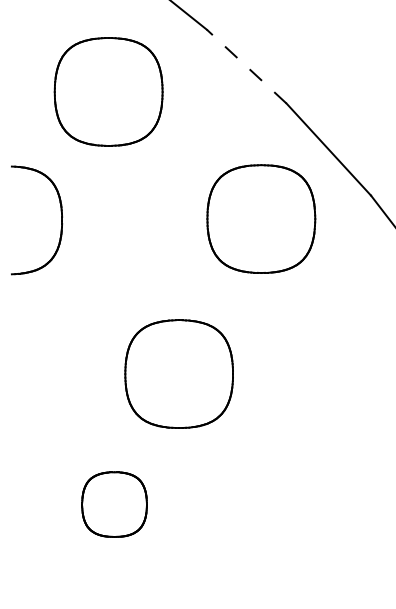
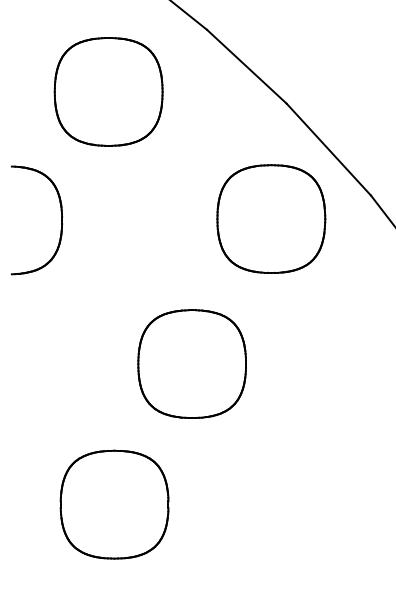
line at (246, 66): dashed -> solid
part at (261, 218) position: (261, 218) -> (271, 218)
part at (178, 373) position: (178, 373) -> (191, 363)
part at (114, 504) size: 67x67 px -> 111x111 px
